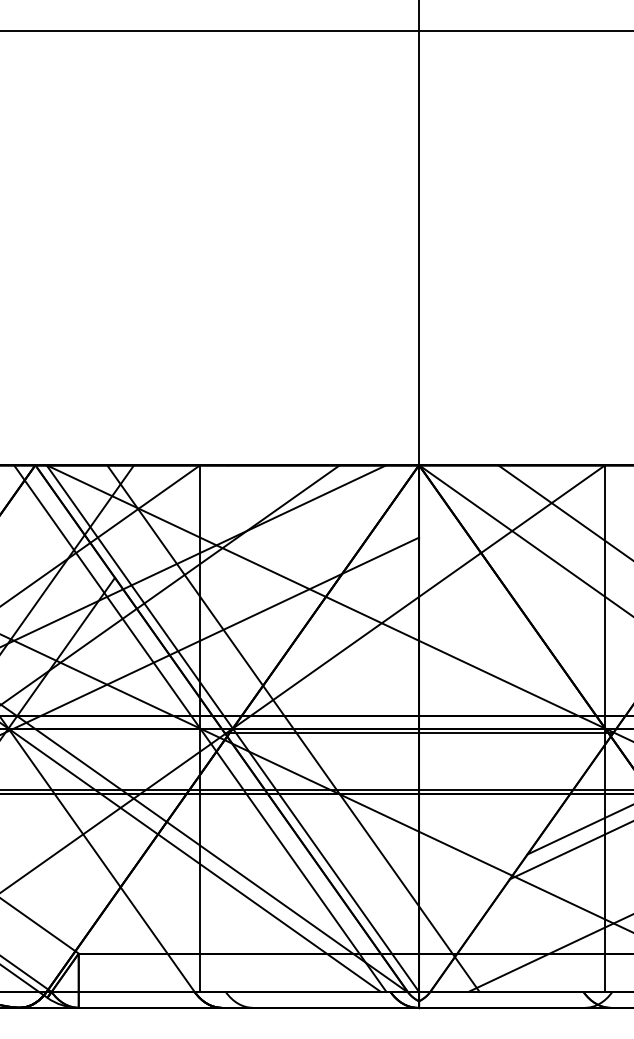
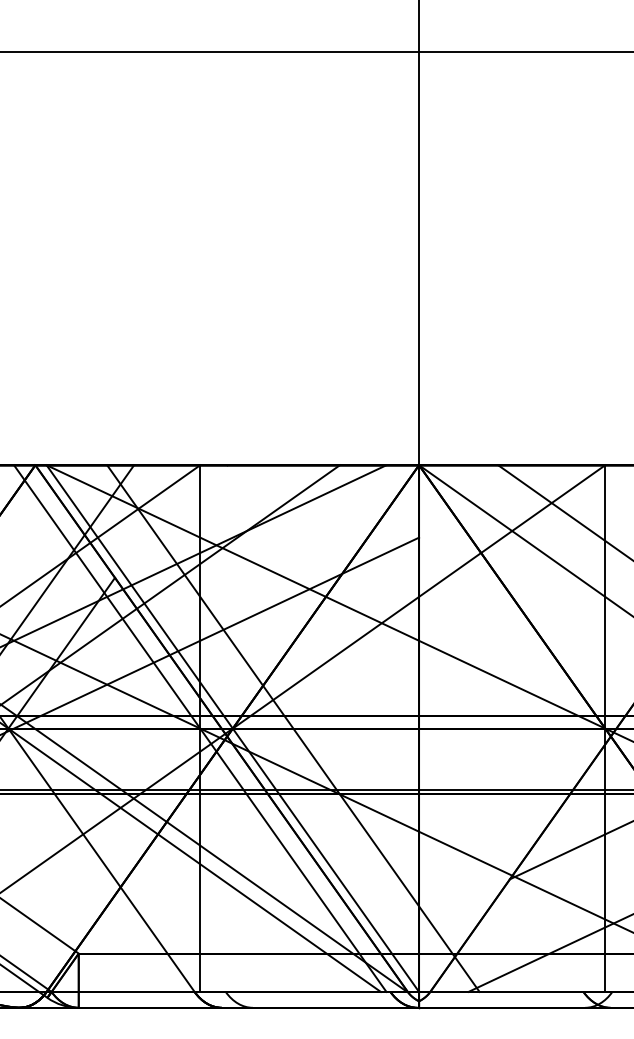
line at (316, 31) position: (316, 31) -> (316, 52)
line at (418, 733): present -> none
line at (578, 829): present -> none
